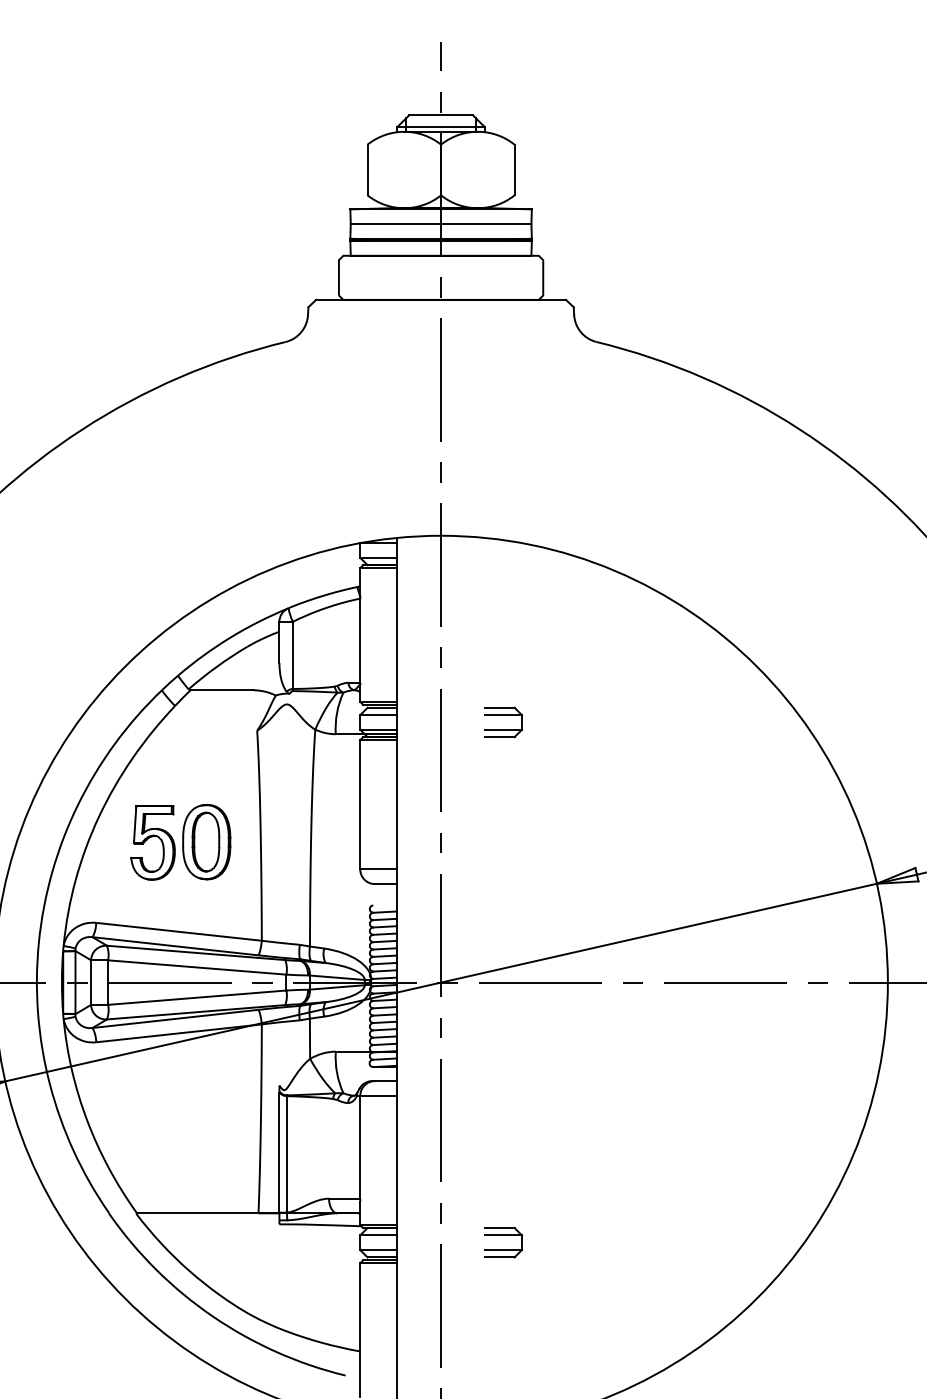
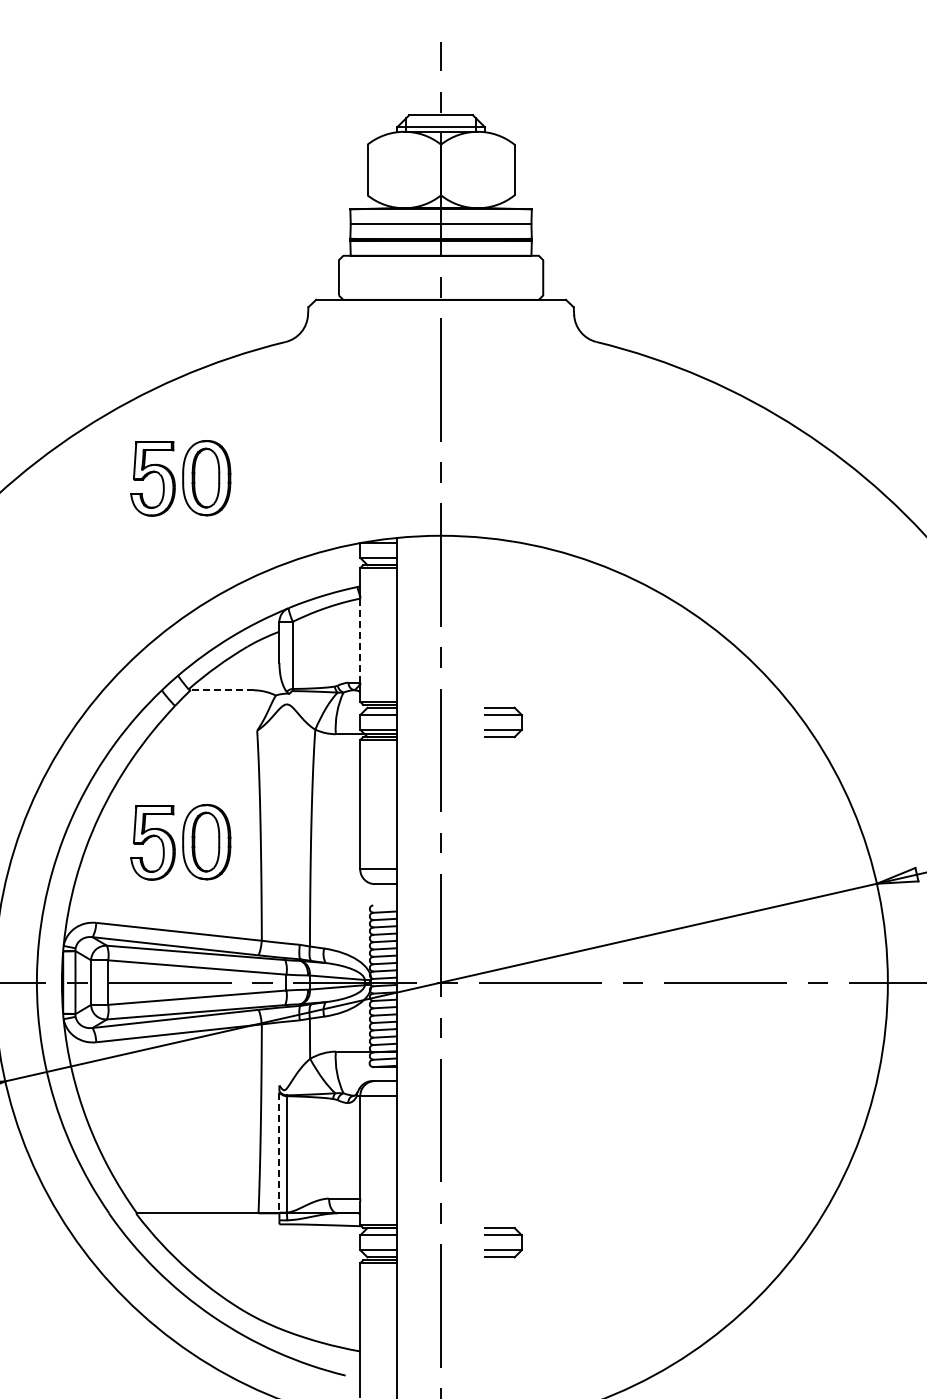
part at (180, 478): none -> present
line at (360, 641): solid -> dashed
line at (221, 690): solid -> dashed
line at (279, 1153): solid -> dashed
